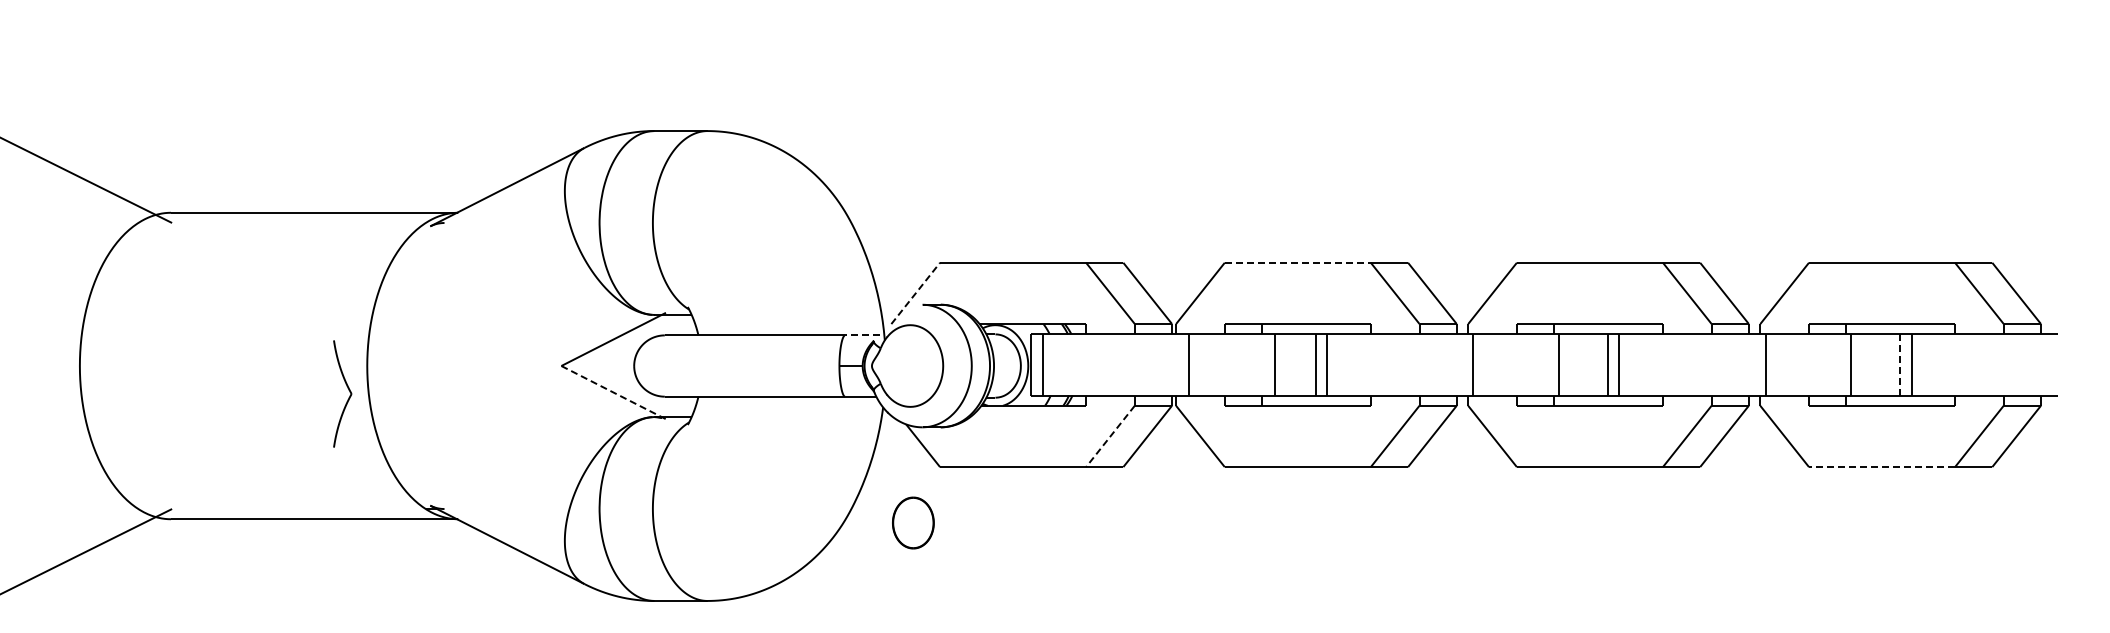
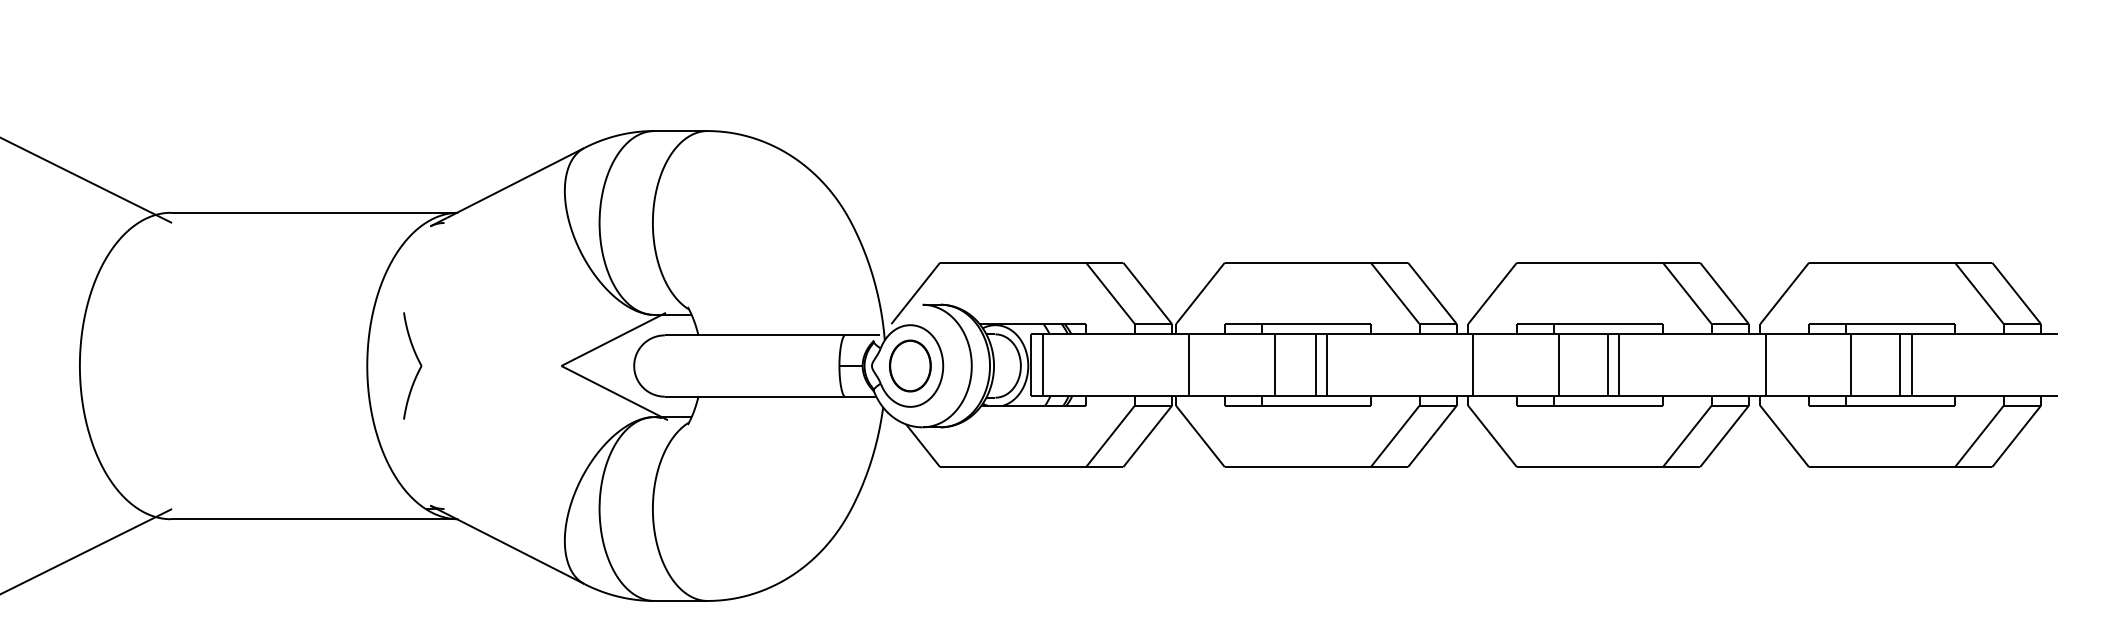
line at (1298, 262): dashed -> solid
line at (916, 293): dashed -> solid
line at (861, 335): dashed -> solid
line at (1900, 364): dashed -> solid
part at (348, 390) position: (348, 390) -> (418, 362)
line at (614, 393): dashed -> solid
line at (1110, 436): dashed -> solid
line at (1881, 467): dashed -> solid
part at (913, 522) position: (913, 522) -> (910, 365)
